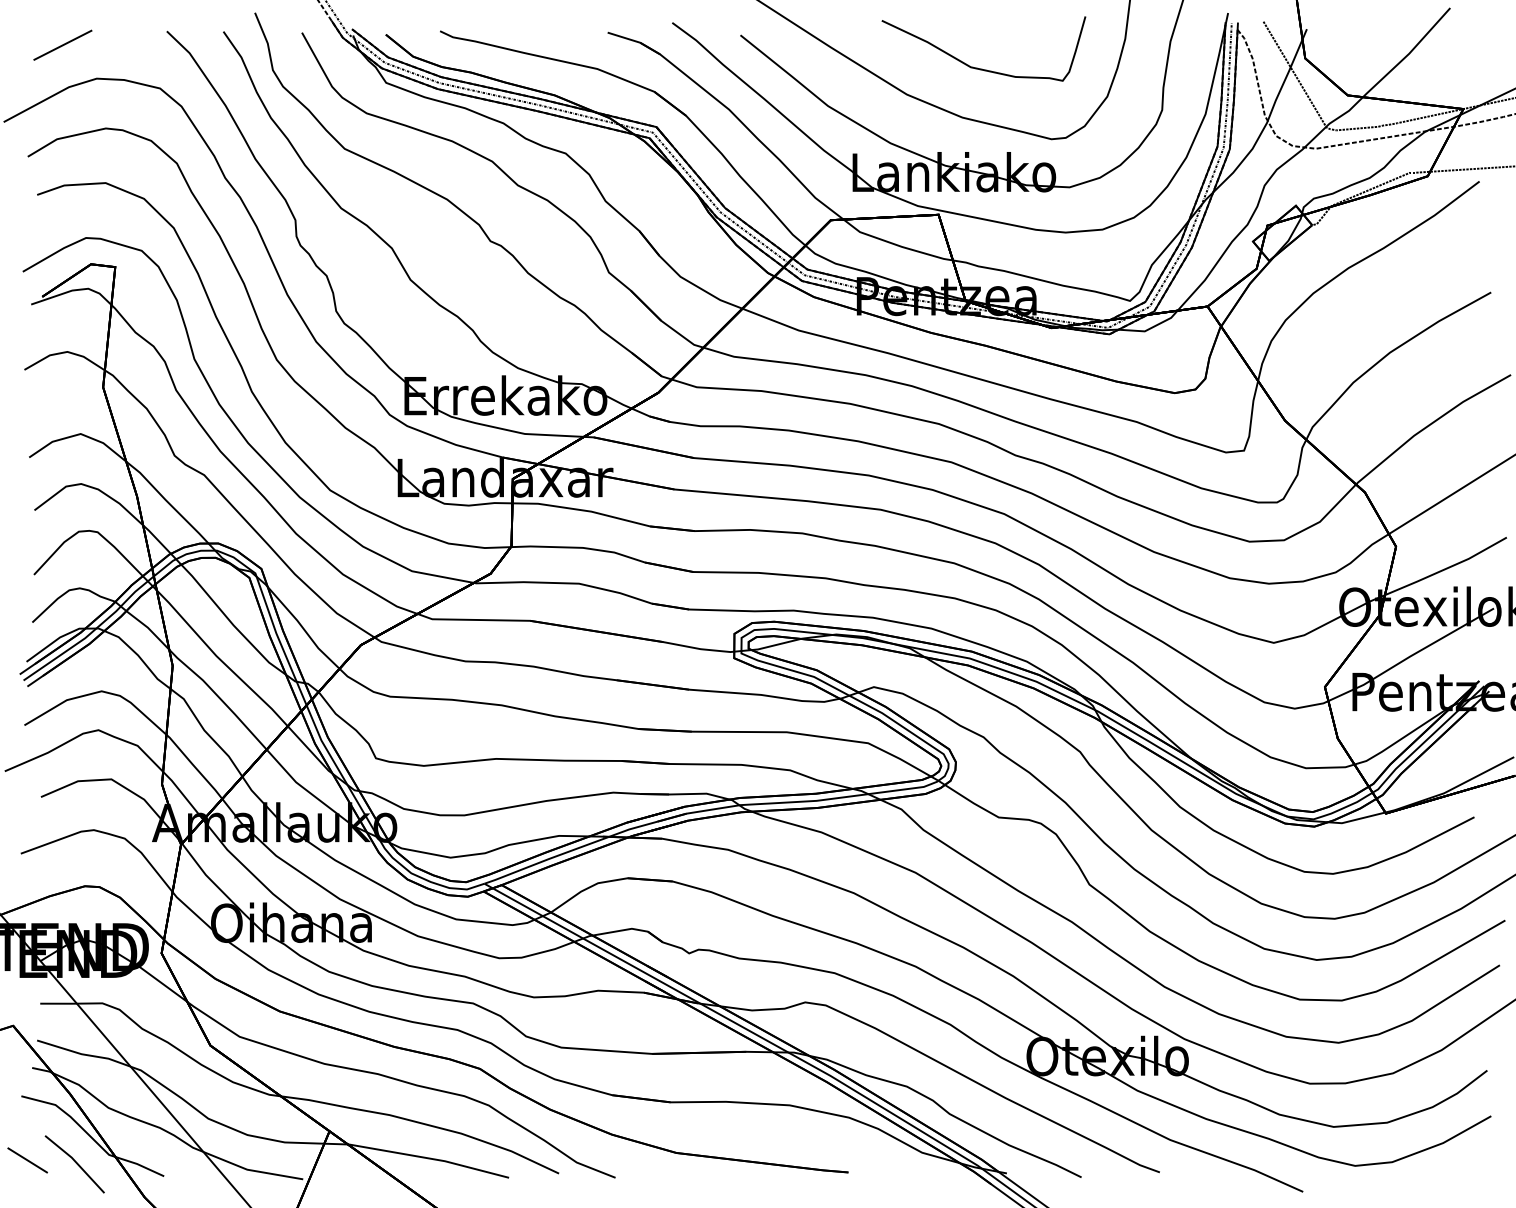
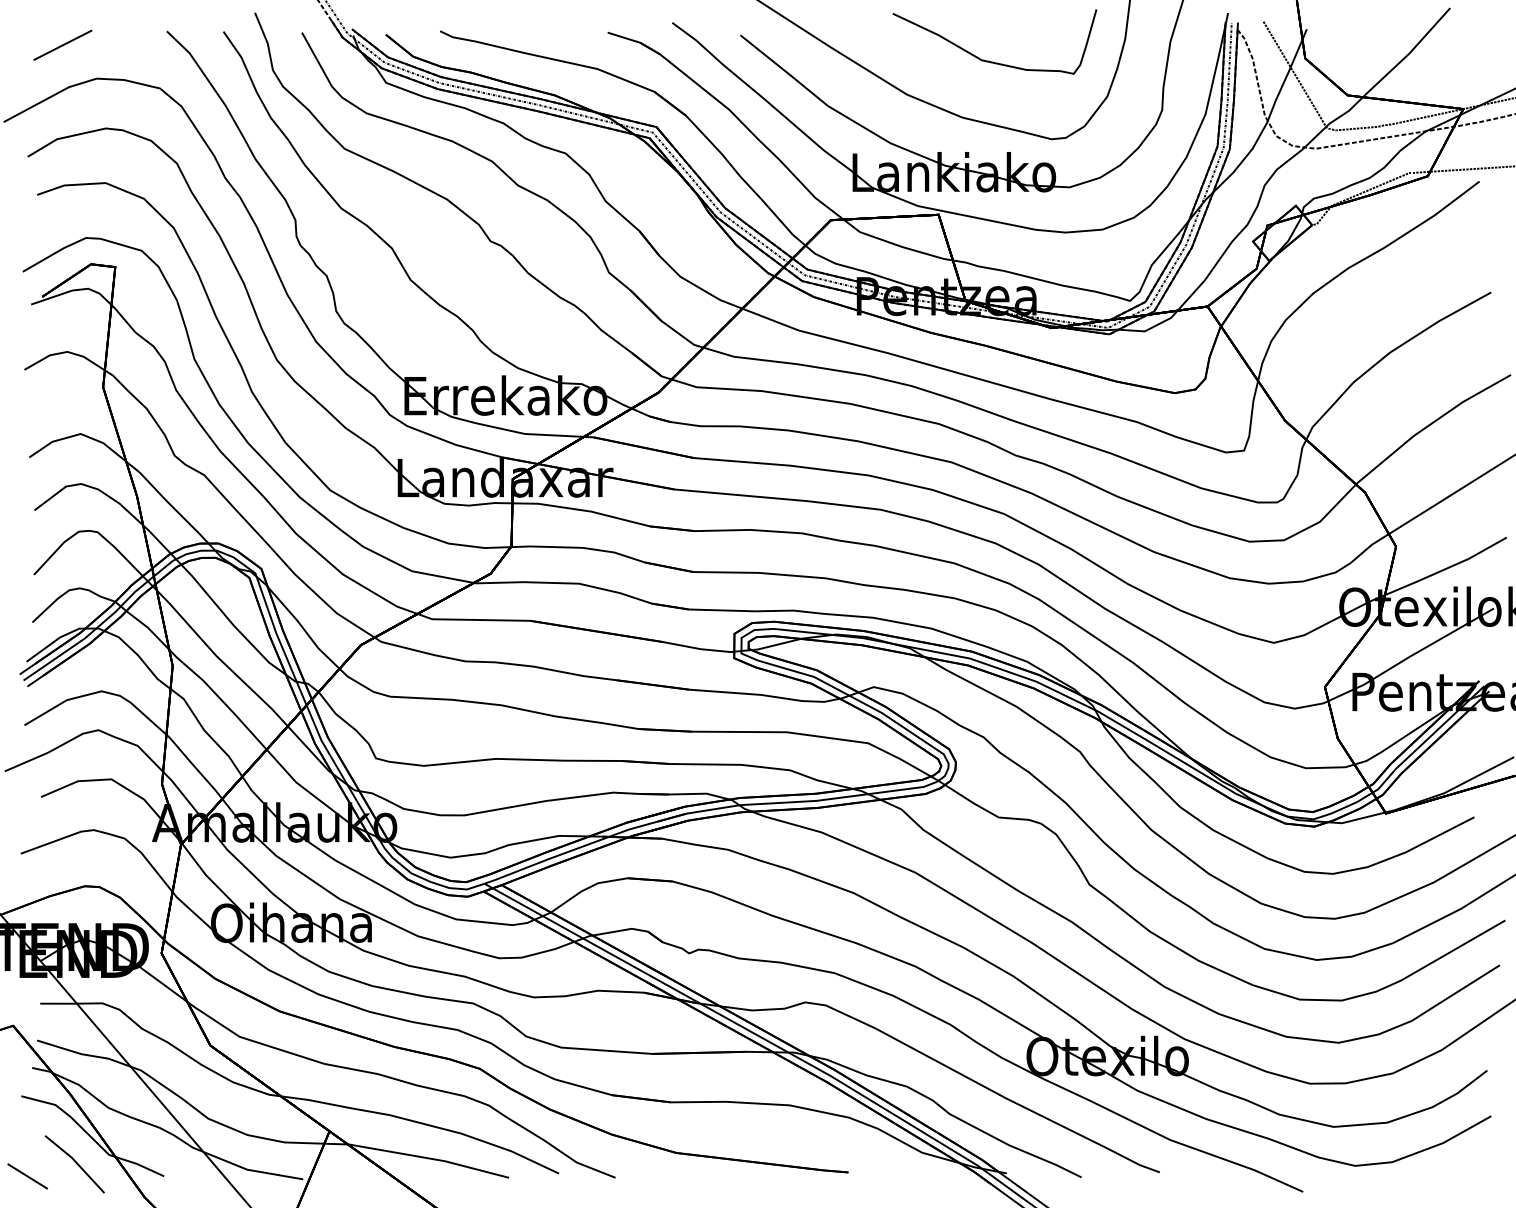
curve at (977, 67) position: (977, 67) -> (988, 60)
line at (27, 1160) position: (27, 1160) -> (27, 1176)
